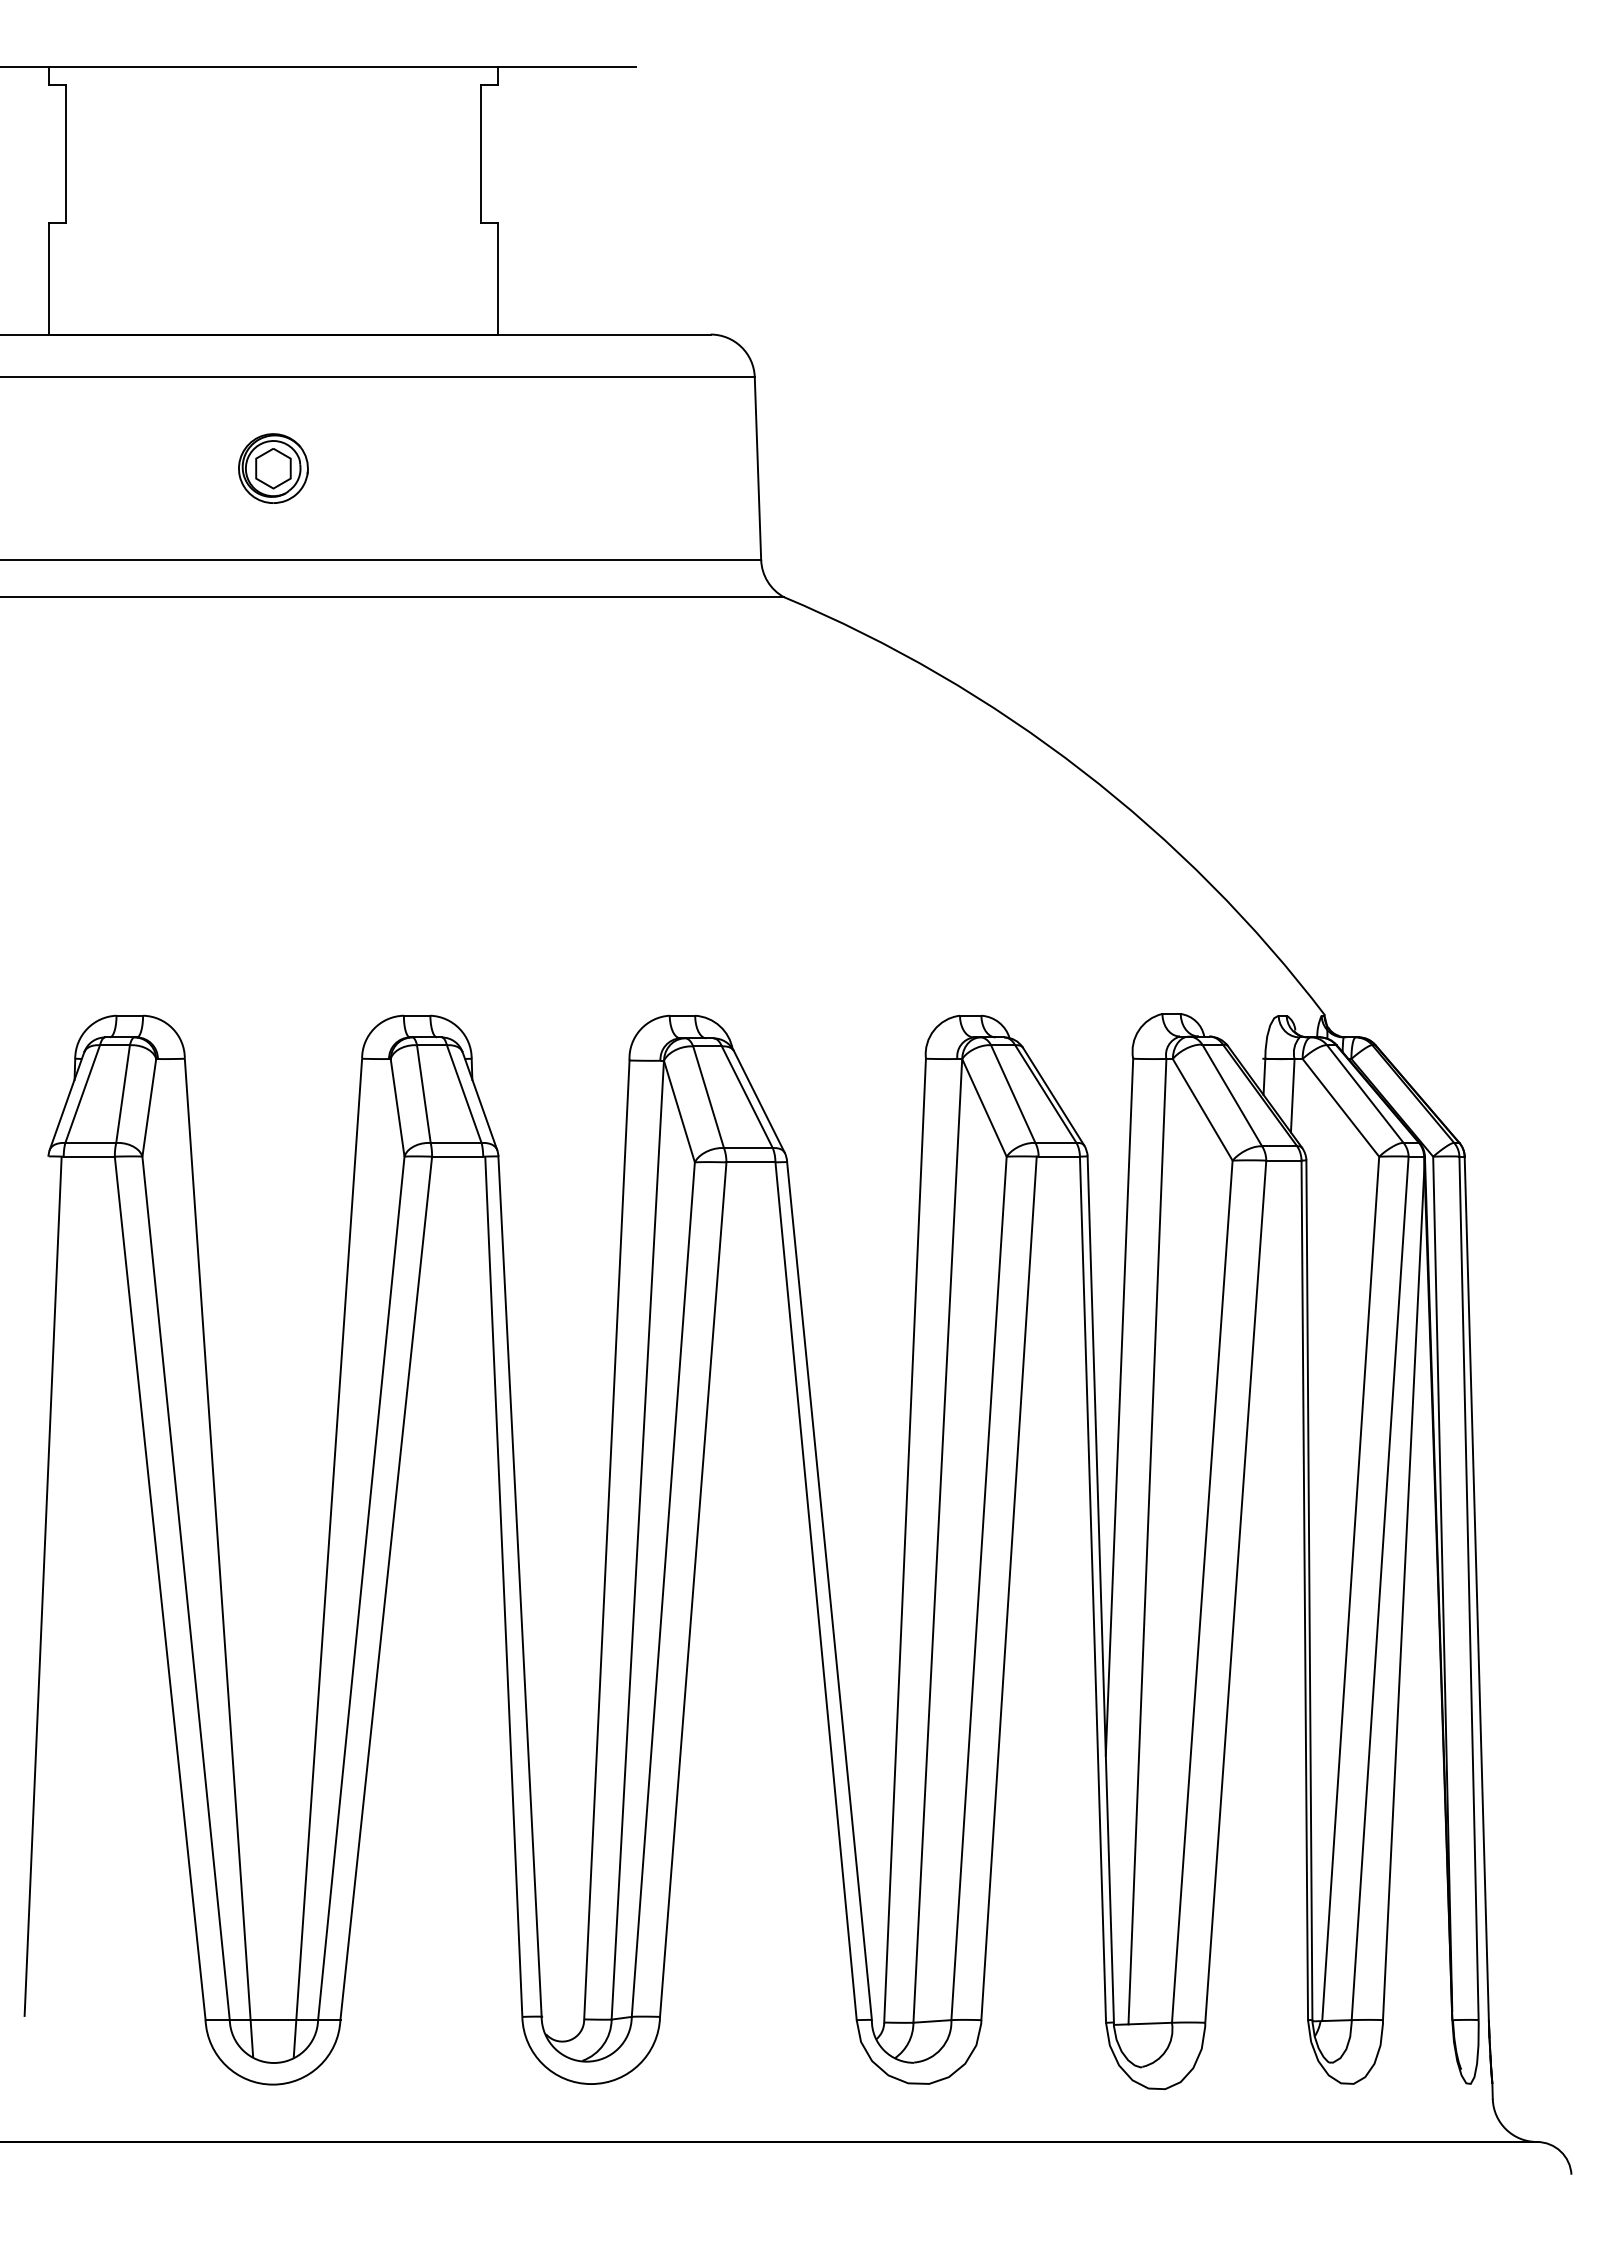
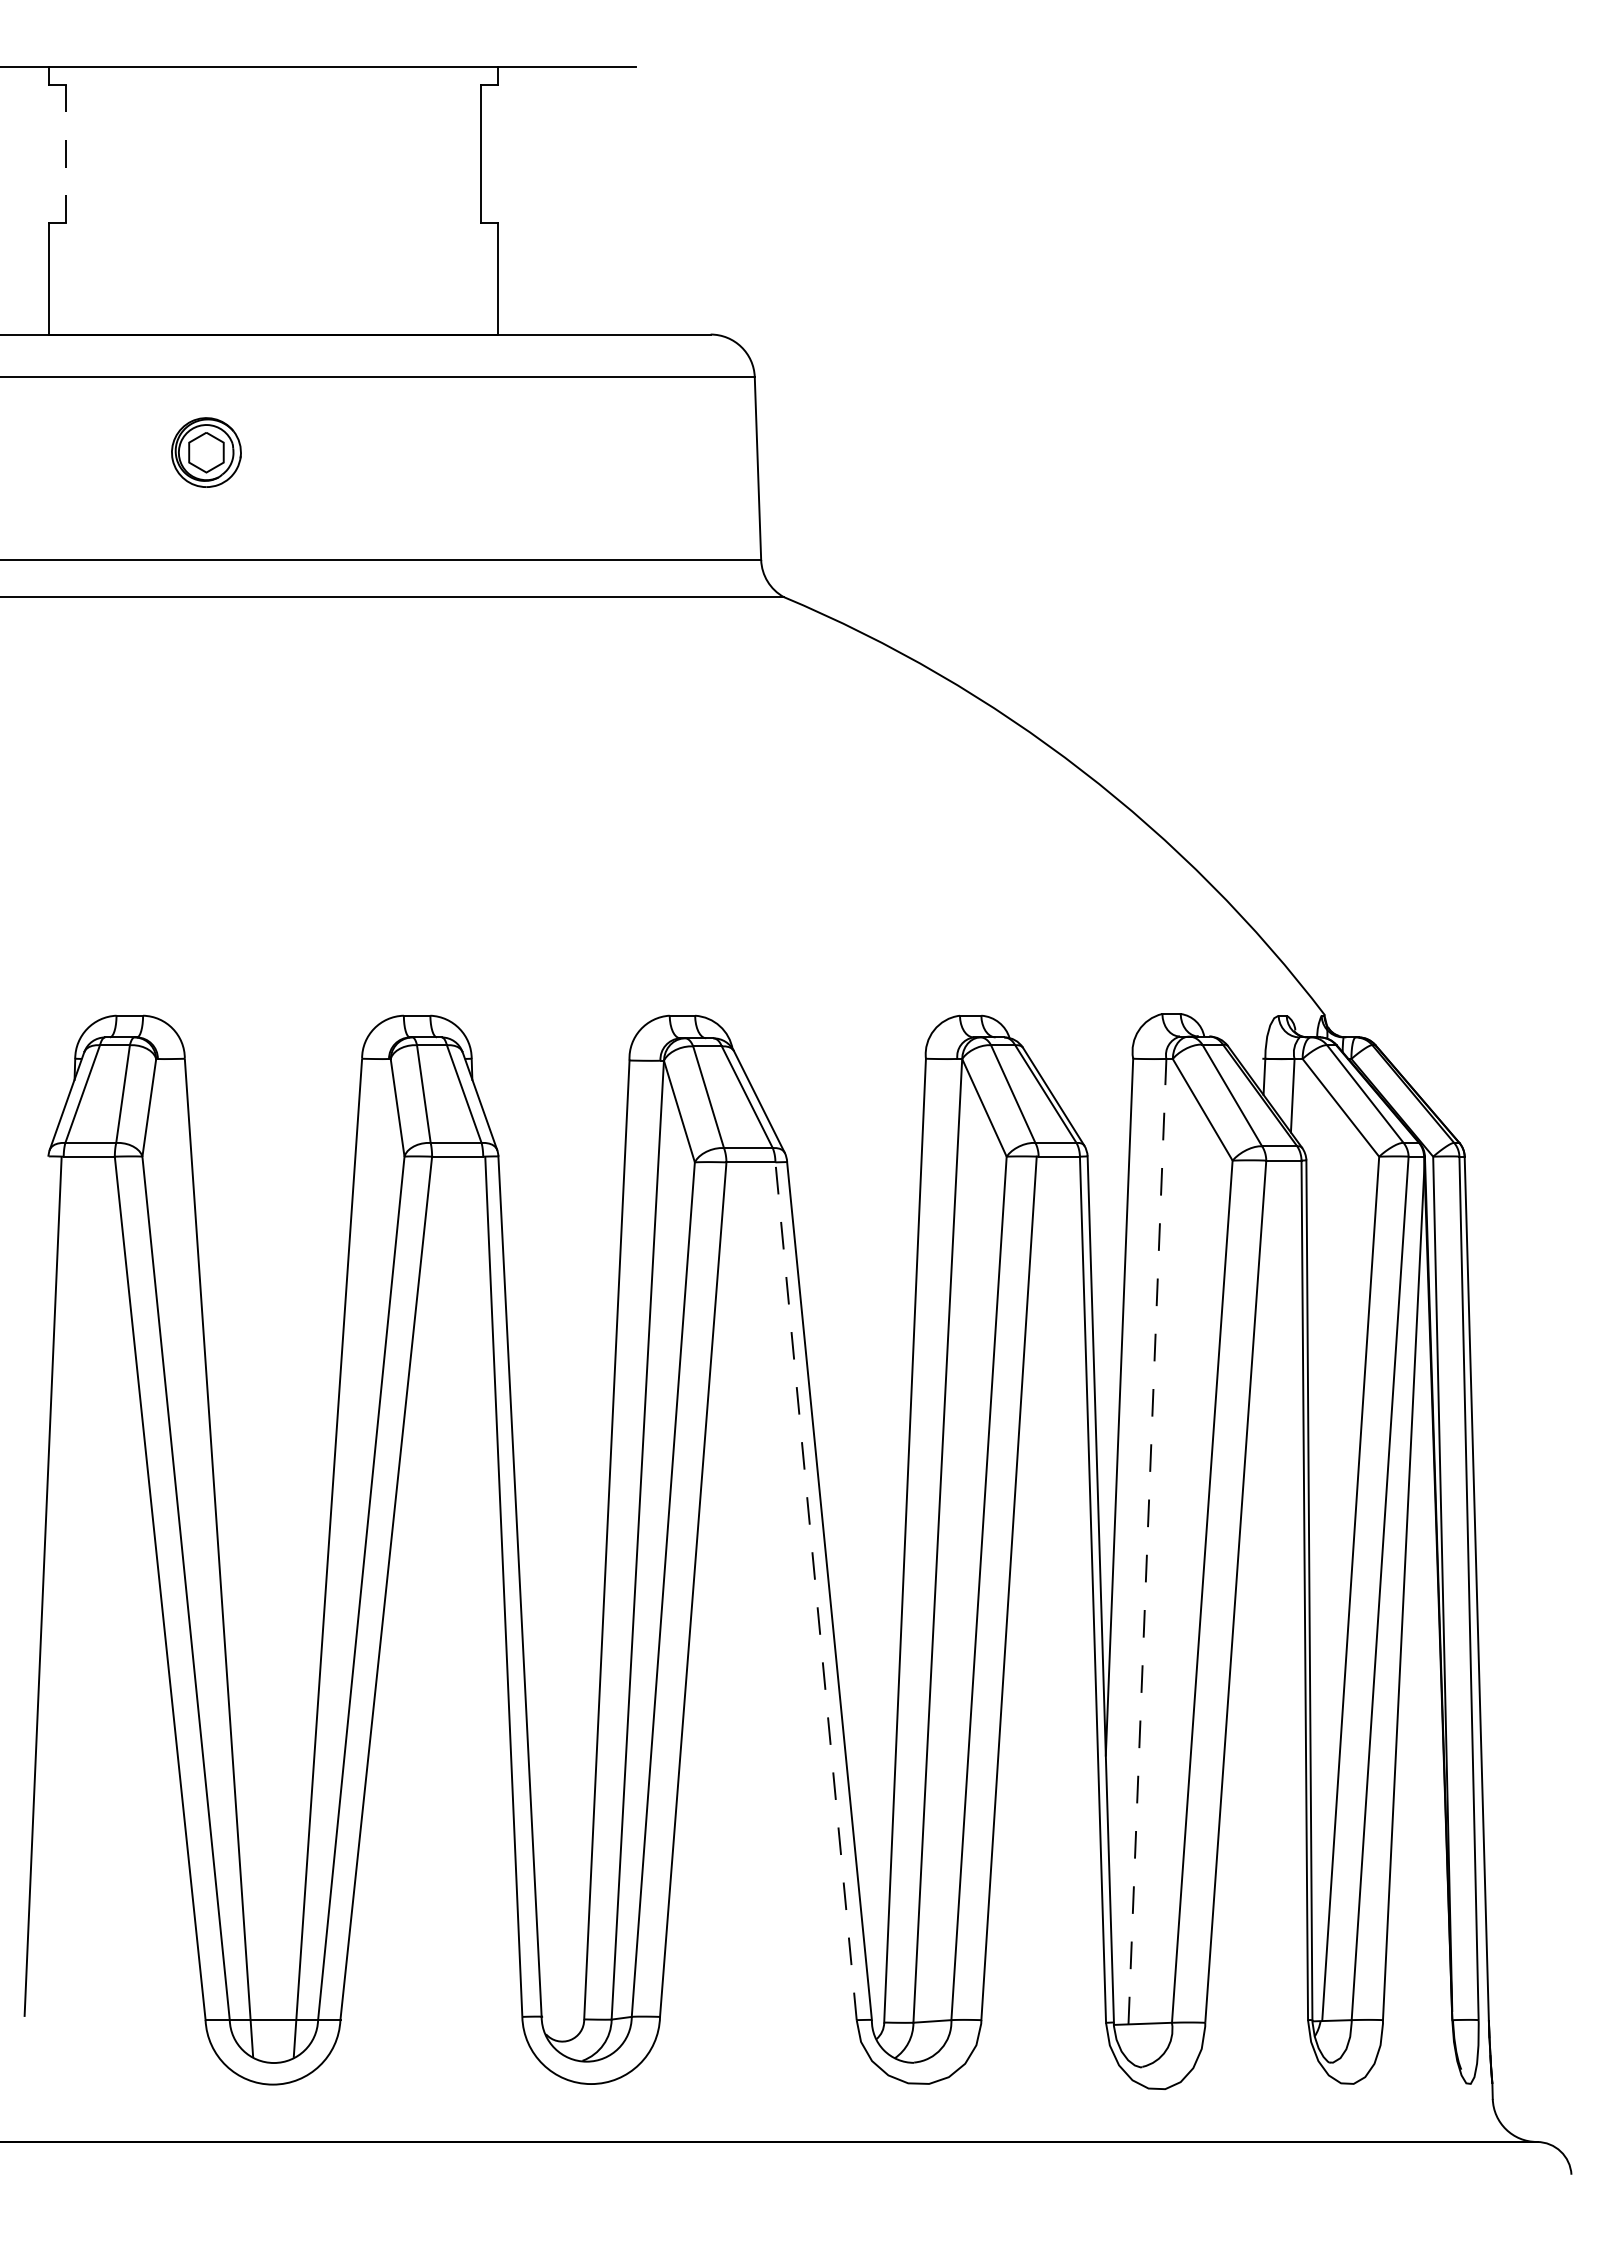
line at (66, 154): solid -> dashed
part at (273, 468) position: (273, 468) -> (206, 452)
line at (1147, 1541): solid -> dashed
line at (816, 1591): solid -> dashed
